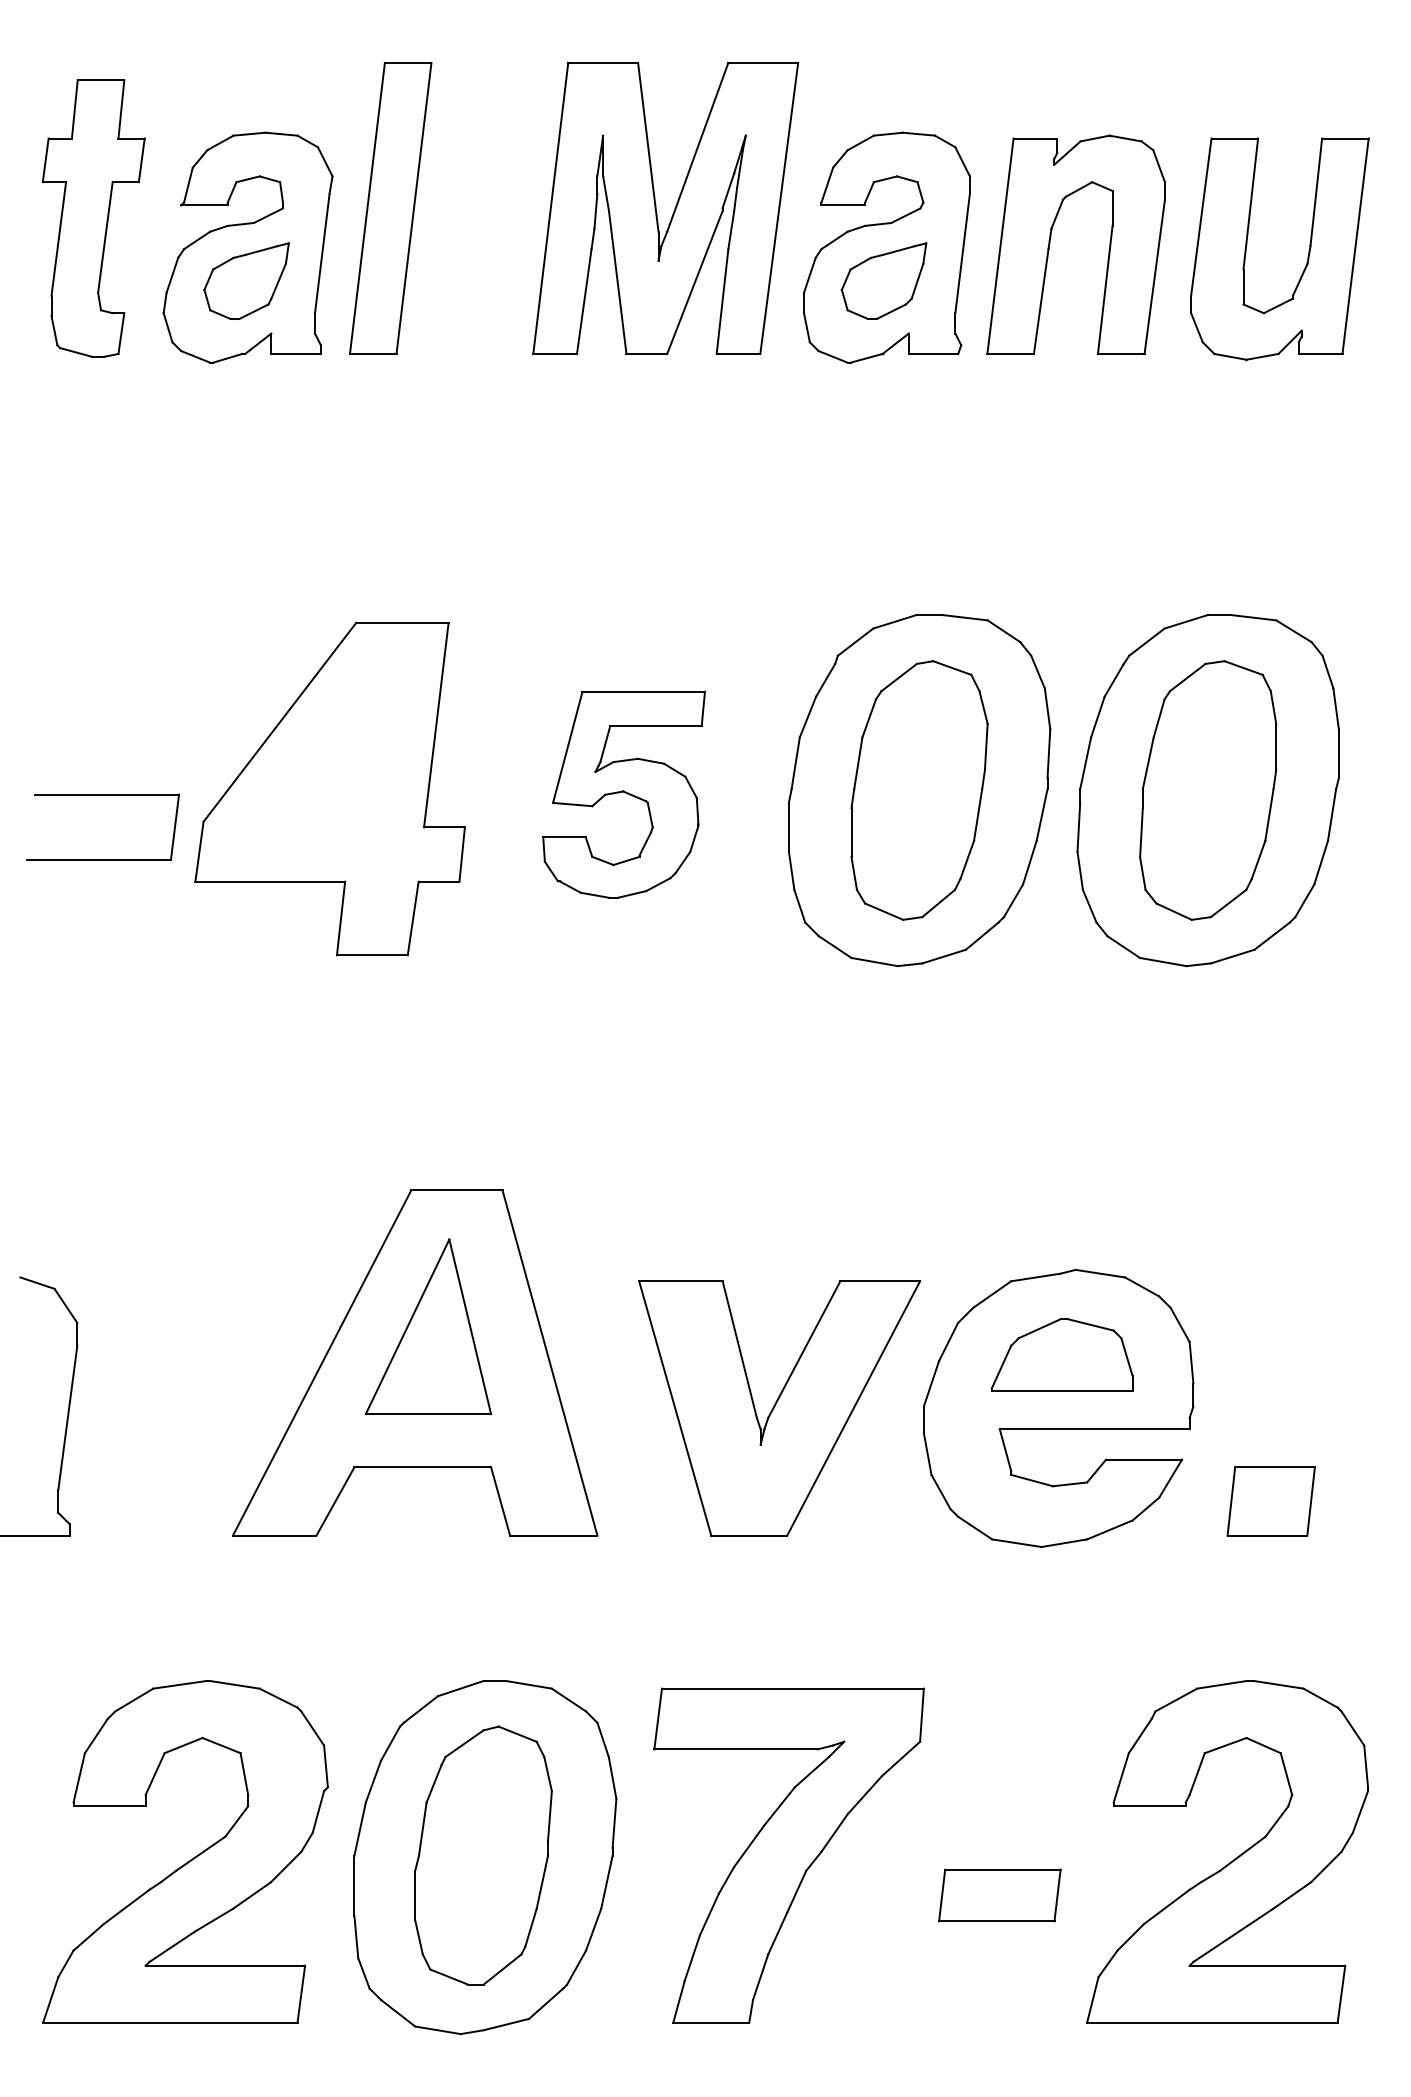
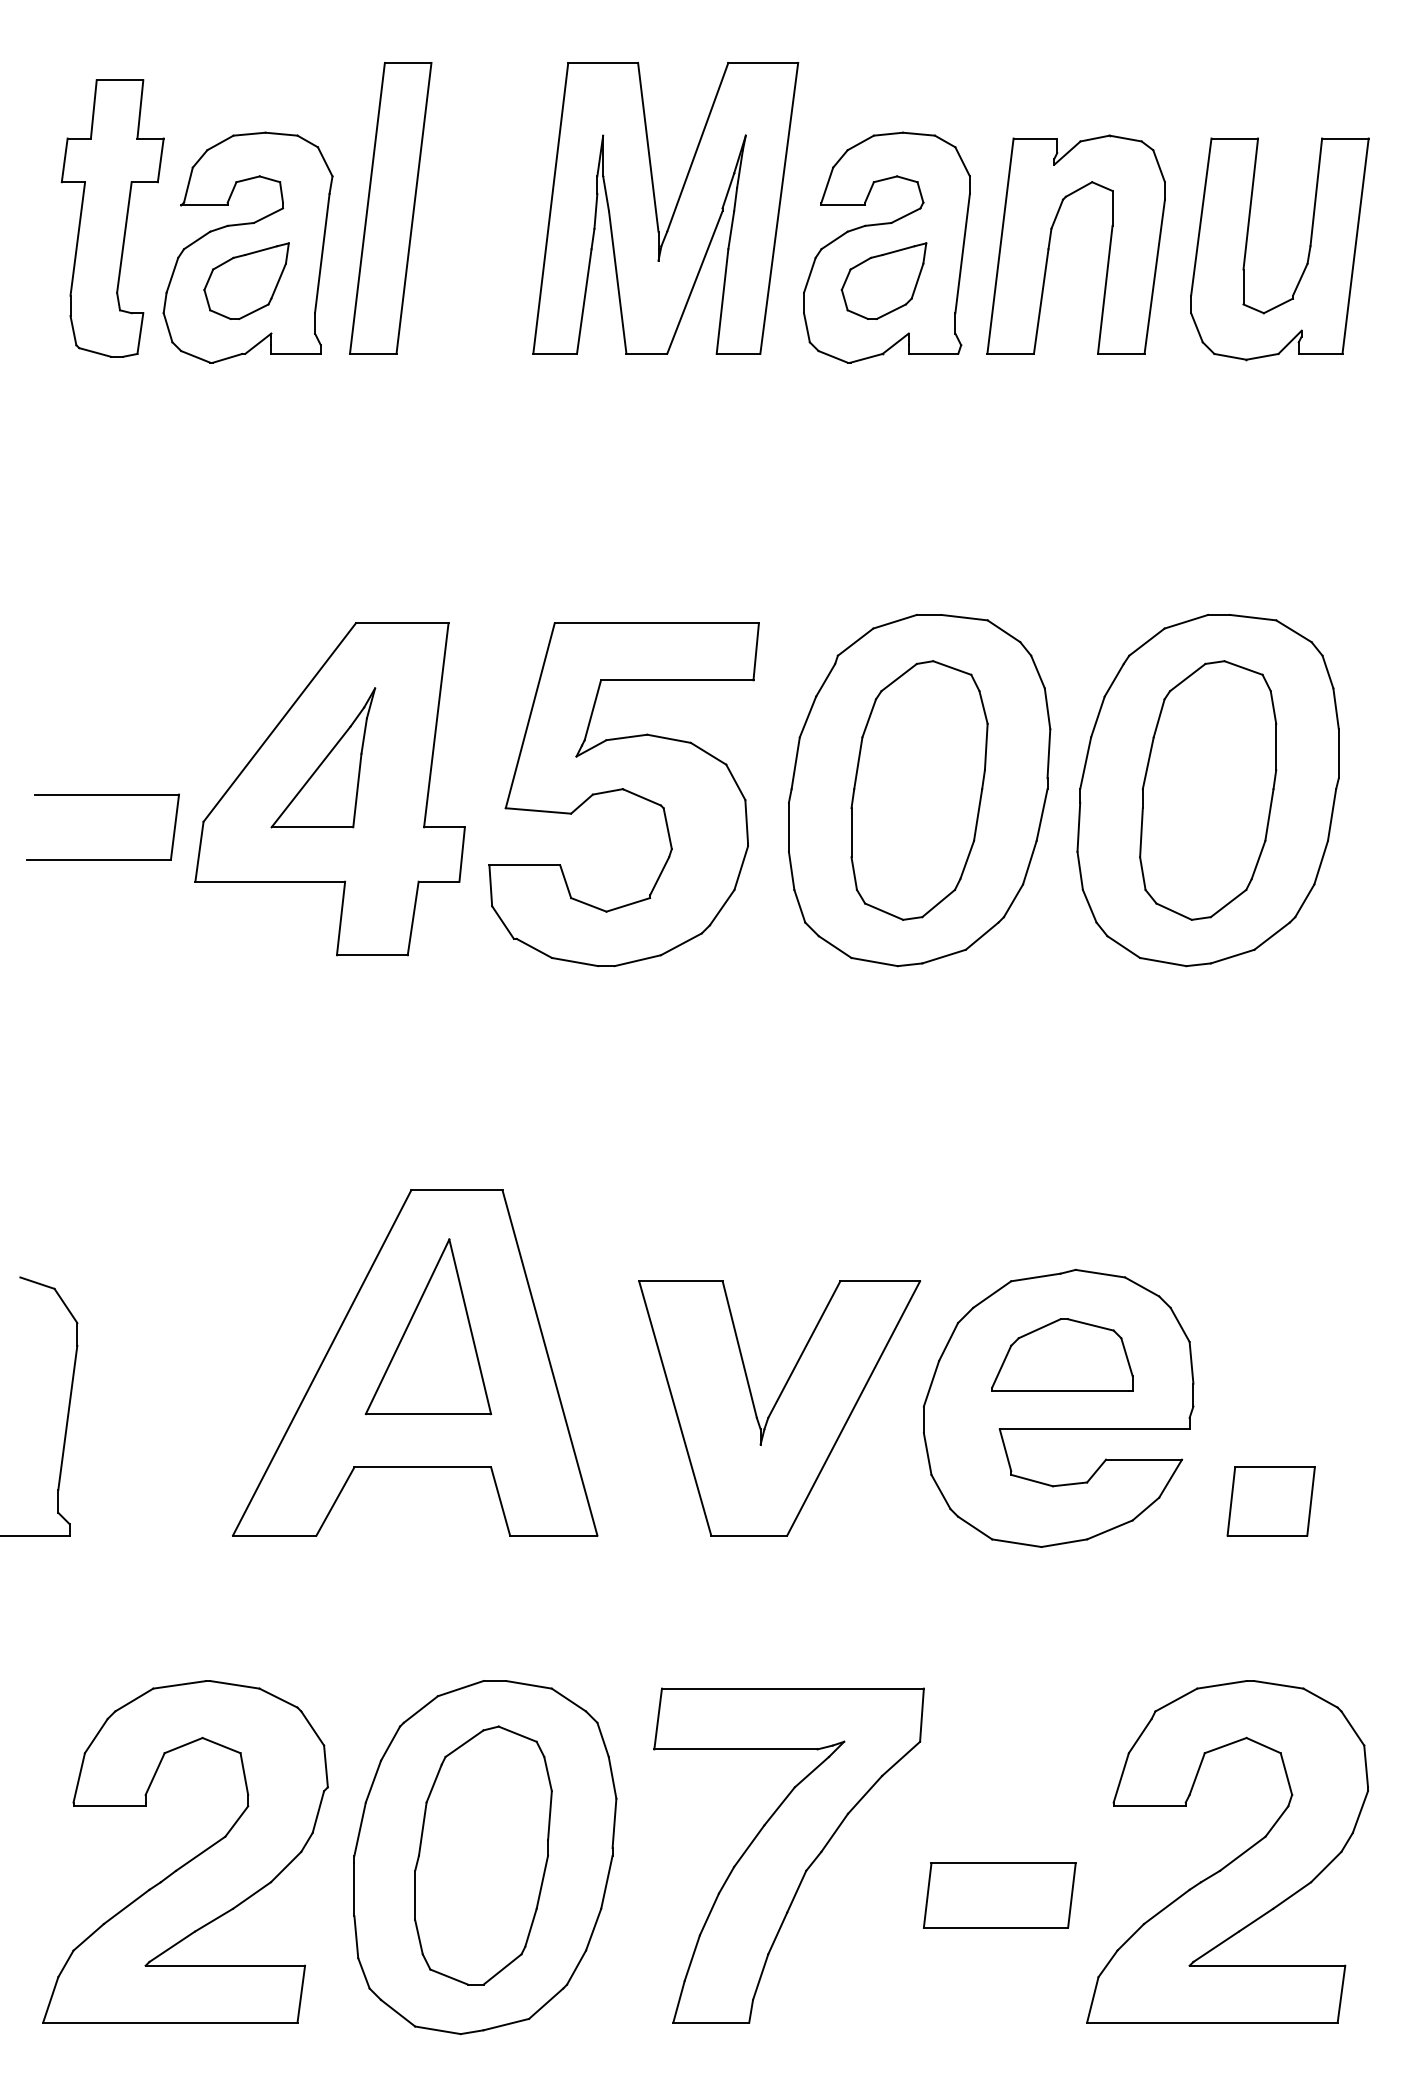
part at (93, 218) position: (93, 218) -> (112, 218)
part at (323, 757): none -> present
part at (623, 794) size: 164x209 px -> 272x346 px
part at (999, 1895) size: 124x55 px -> 154x67 px
